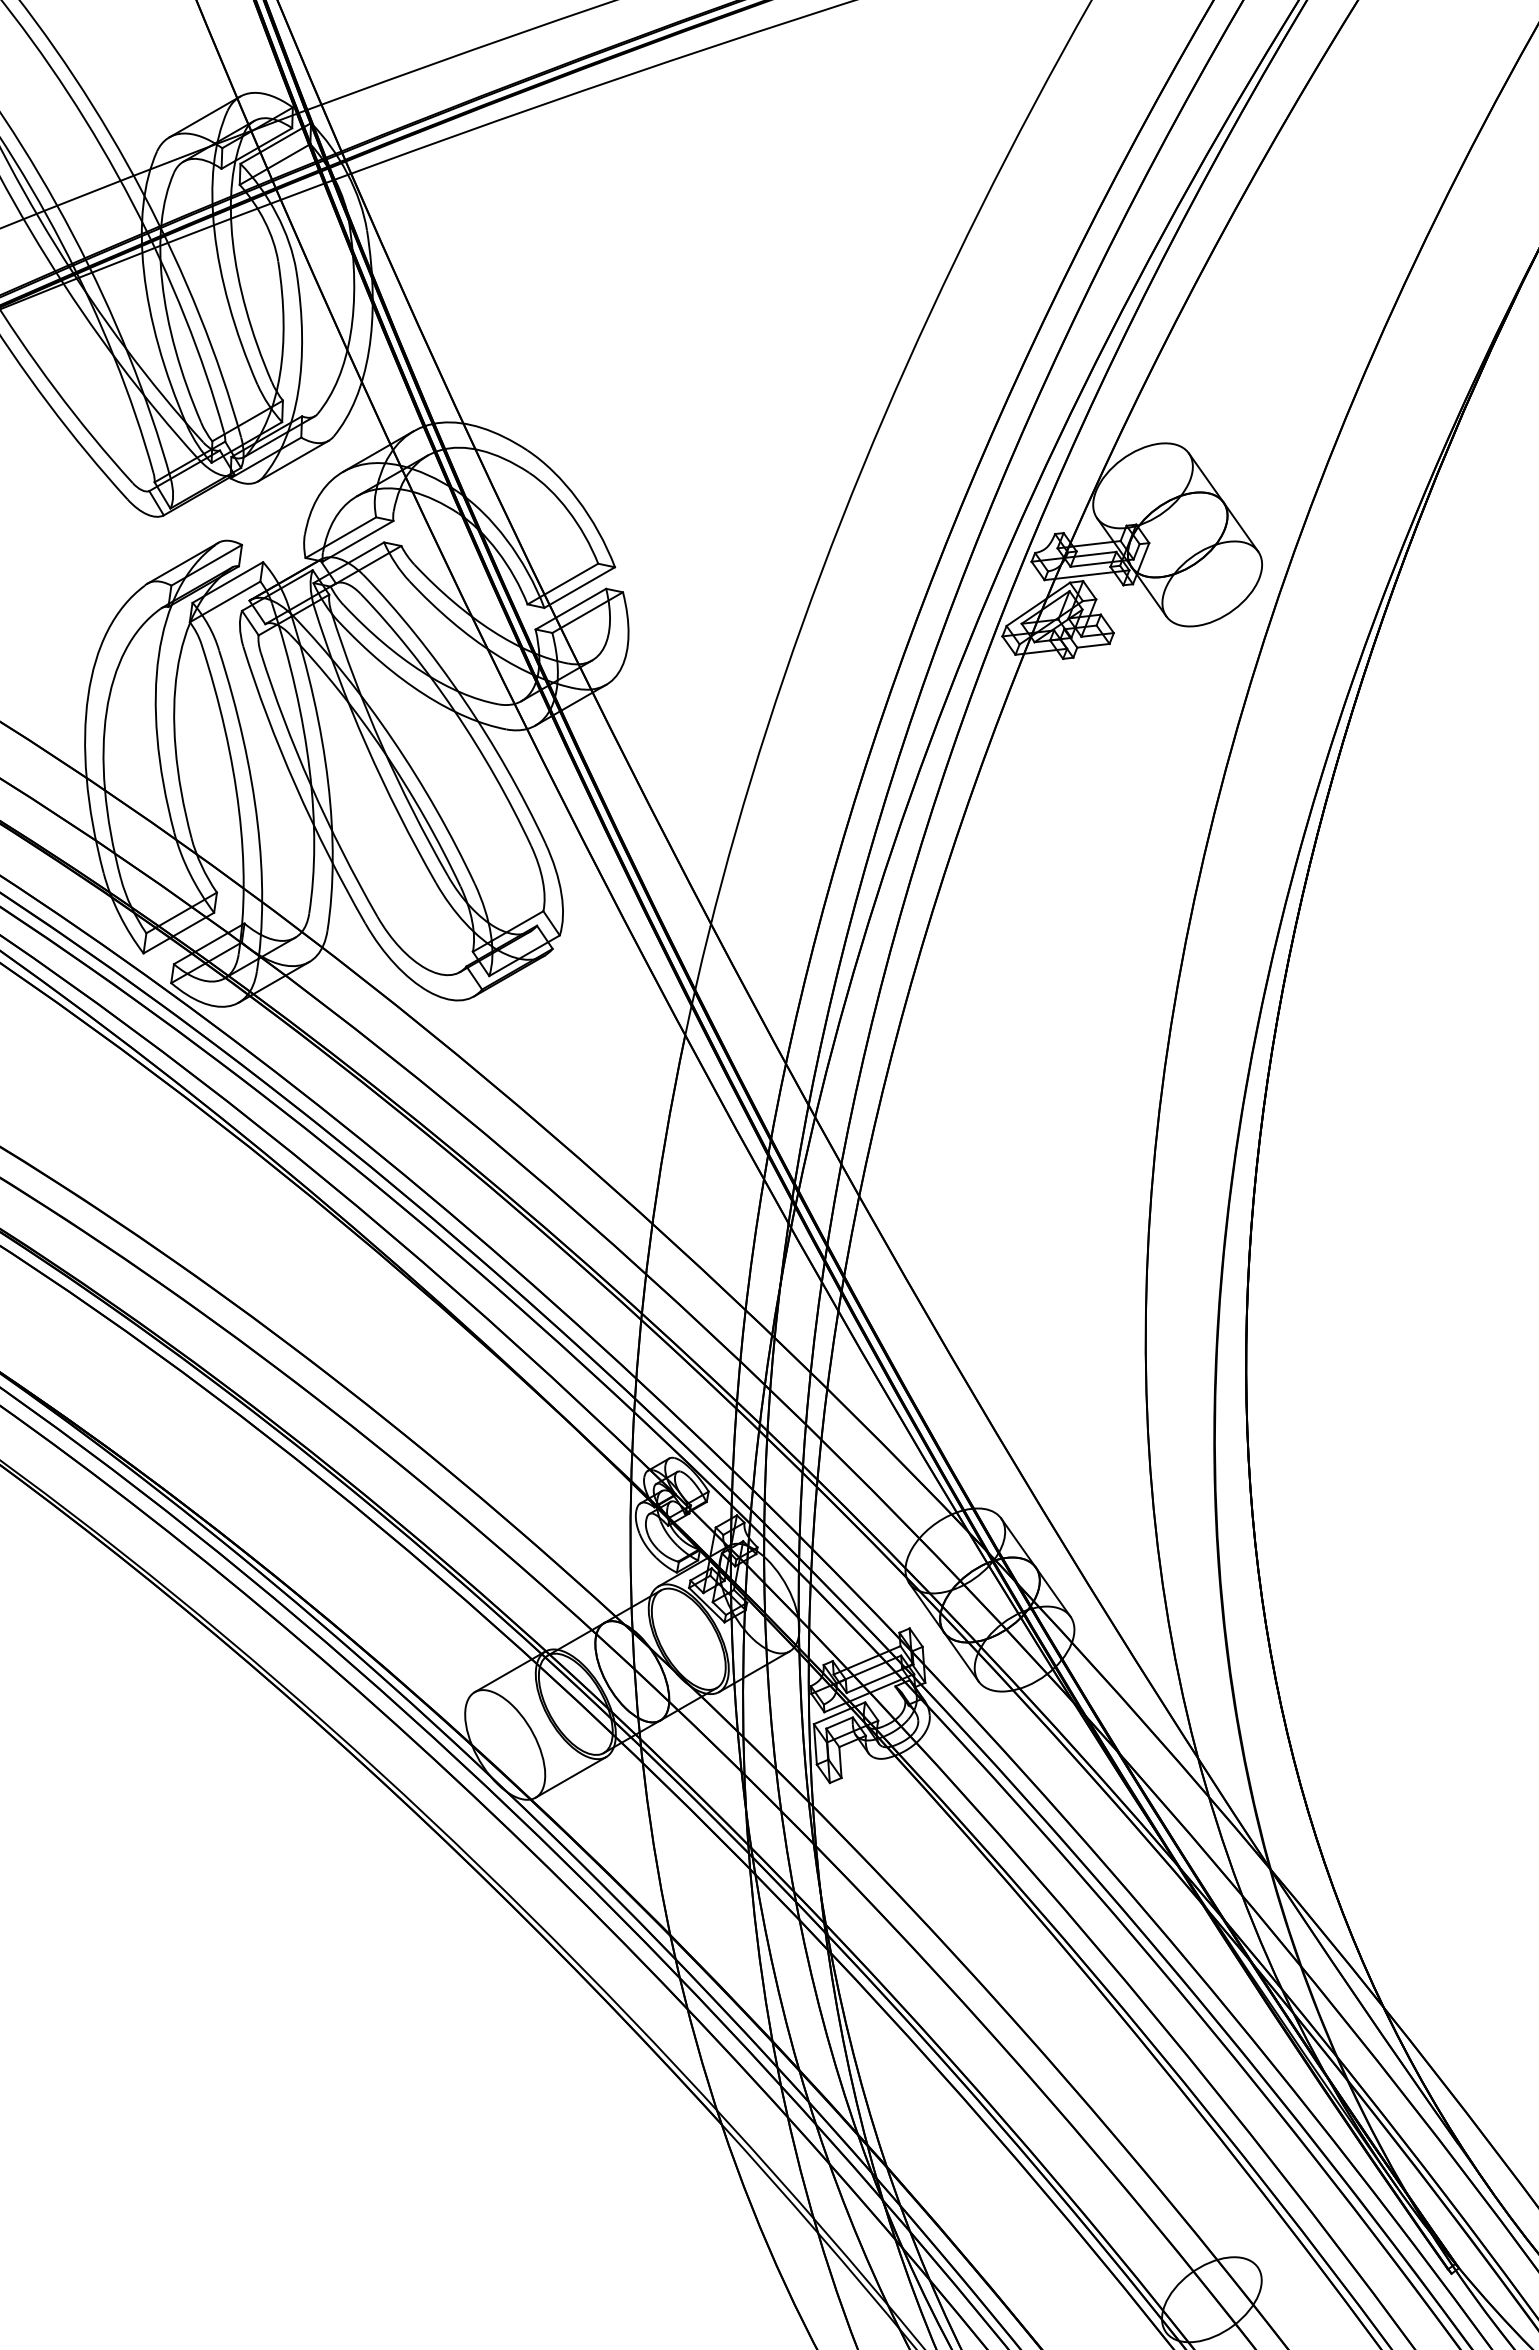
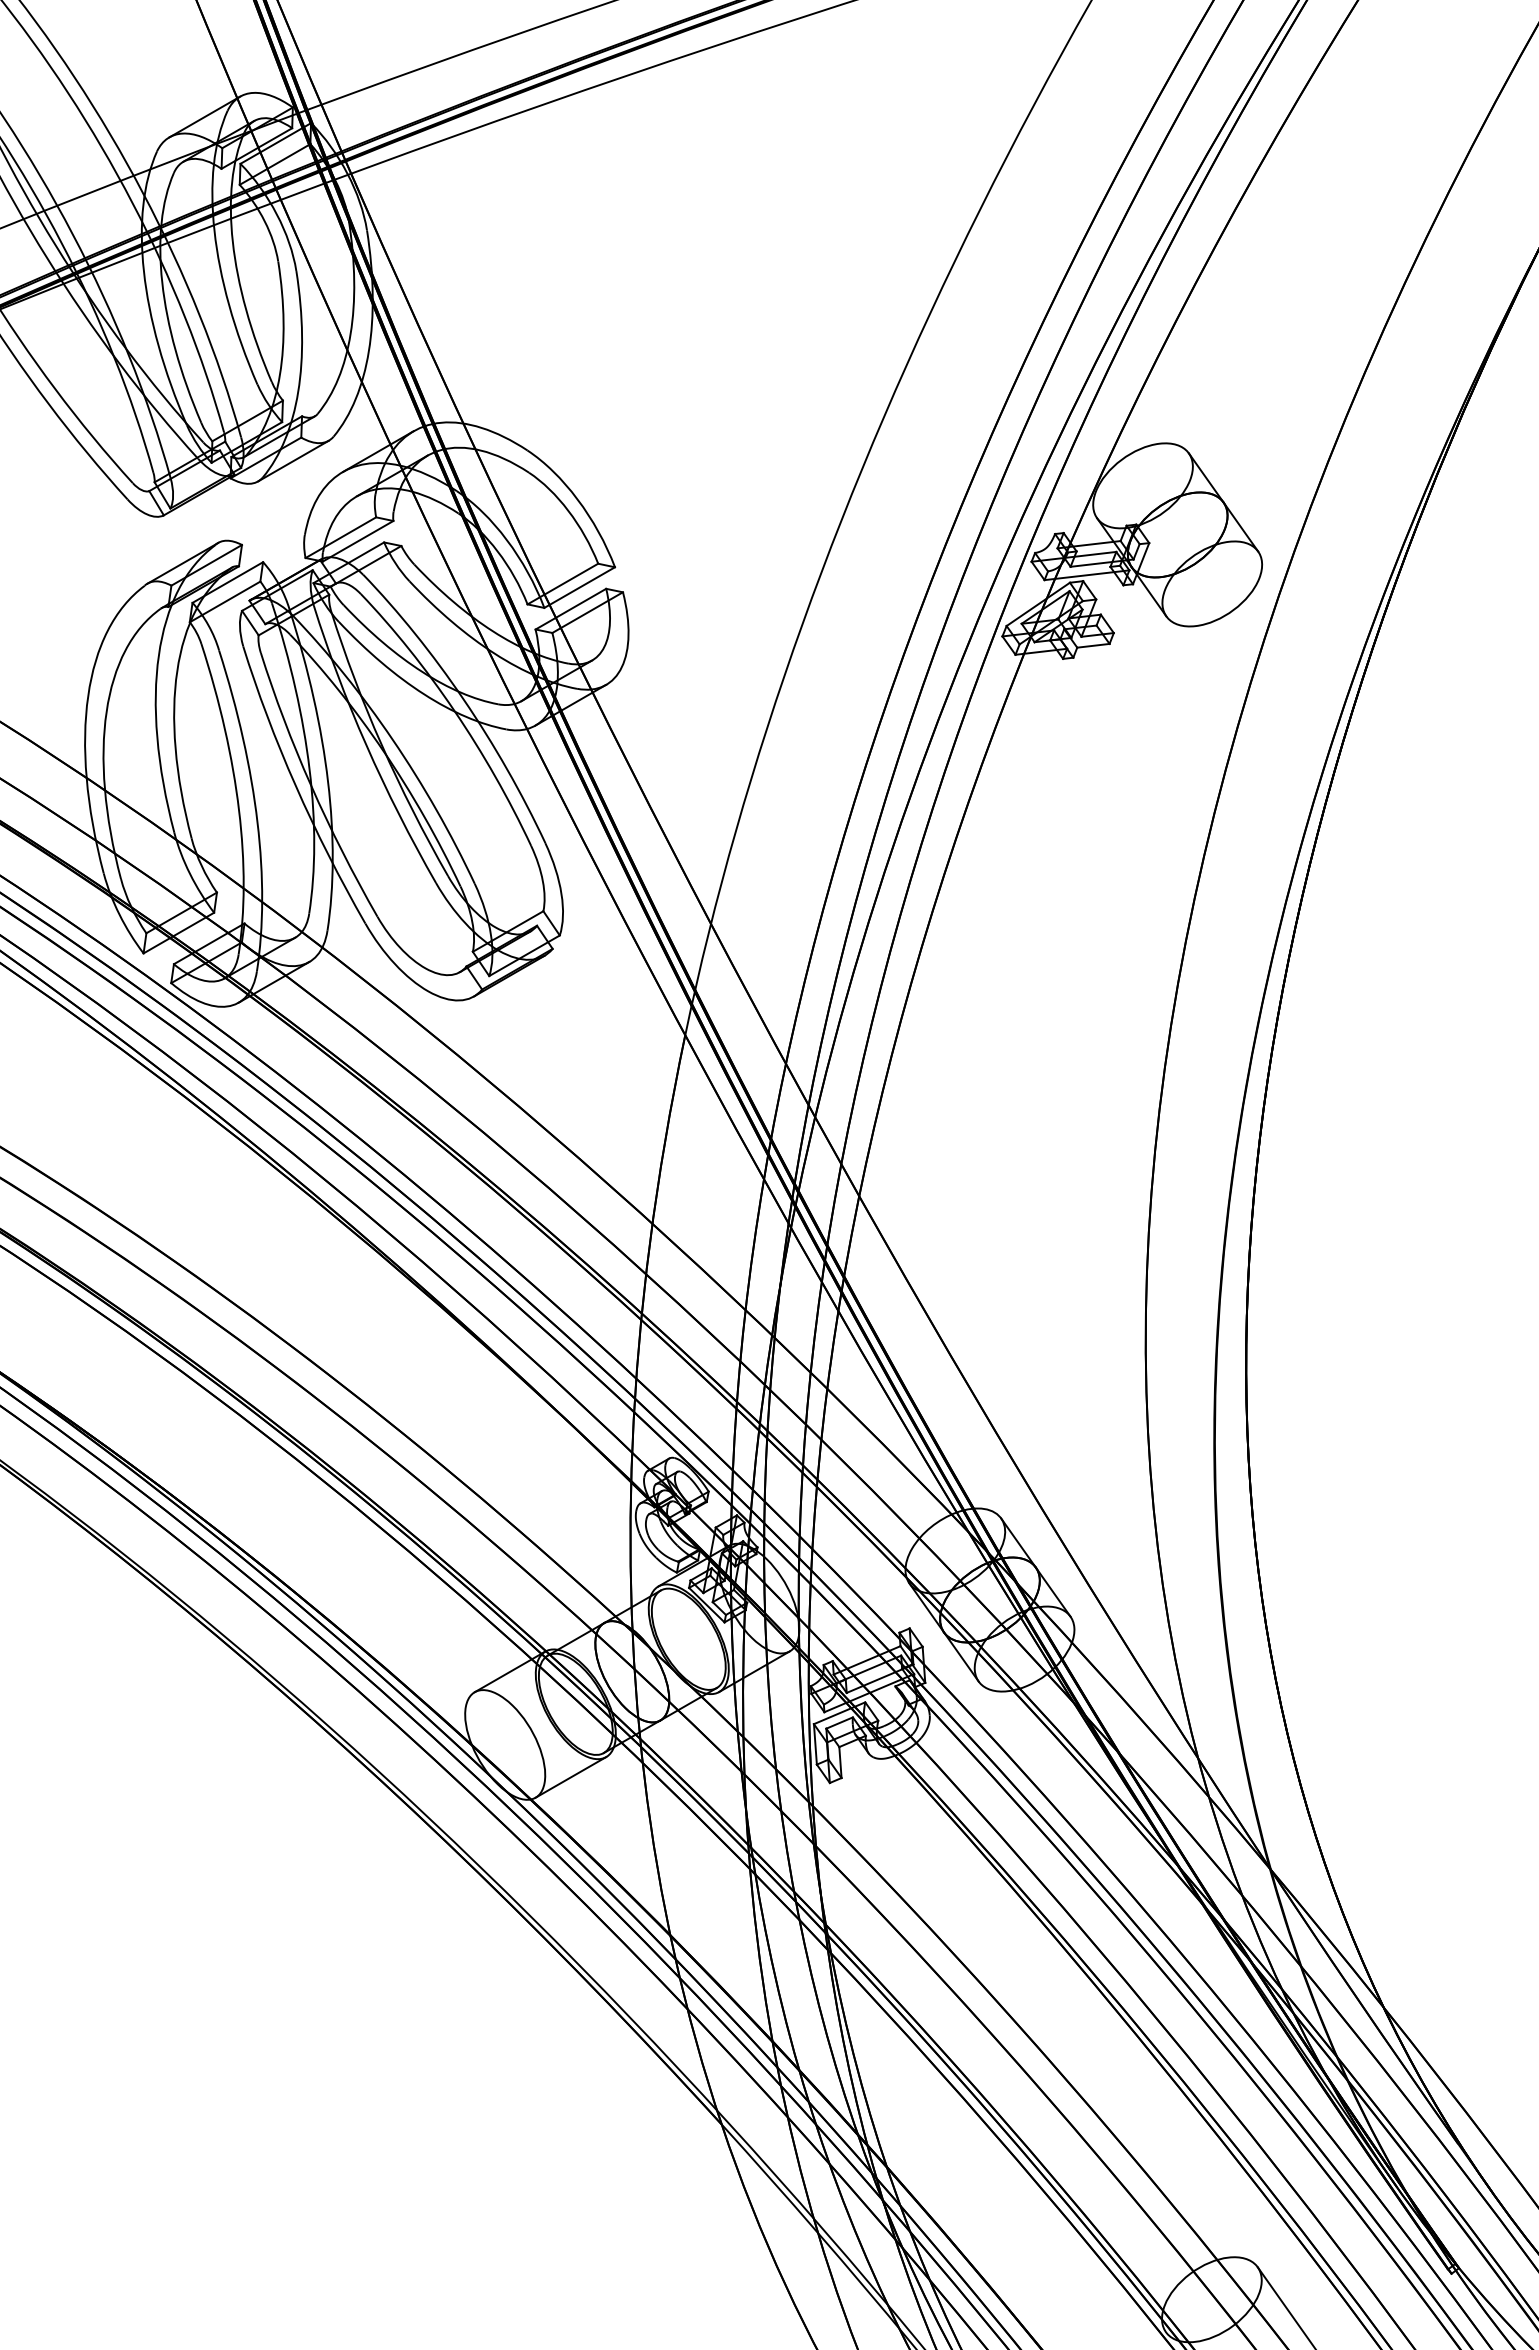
line at (1285, 2306): none -> present
